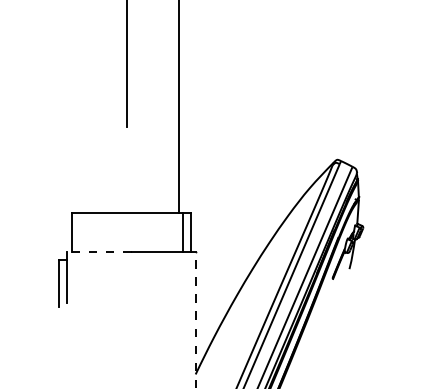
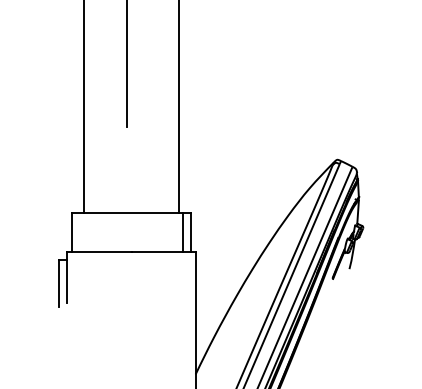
line at (84, 107): none -> present
line at (98, 251): dashed -> solid
line at (195, 319): dashed -> solid
